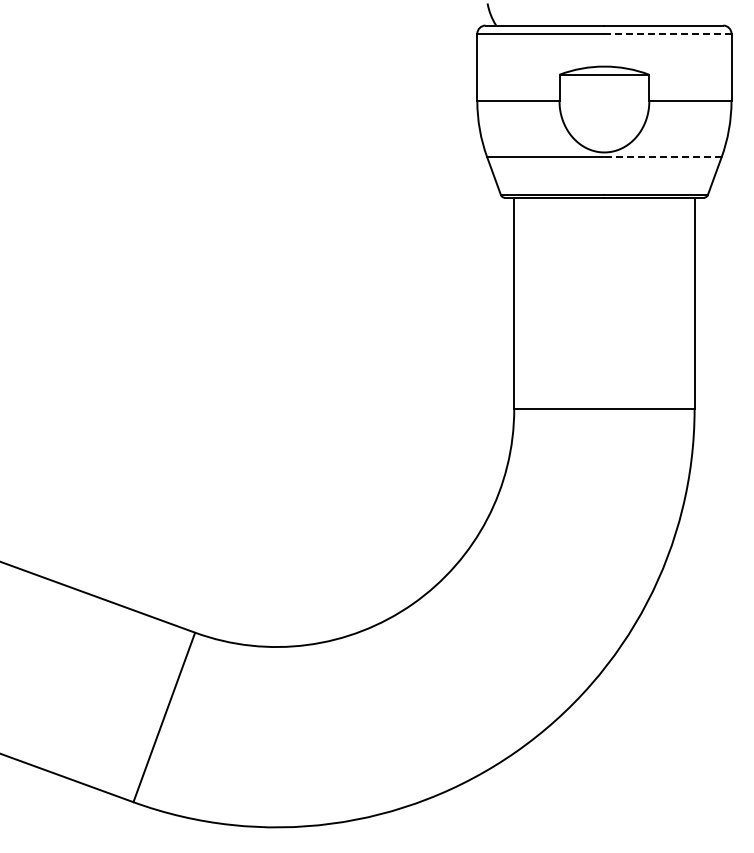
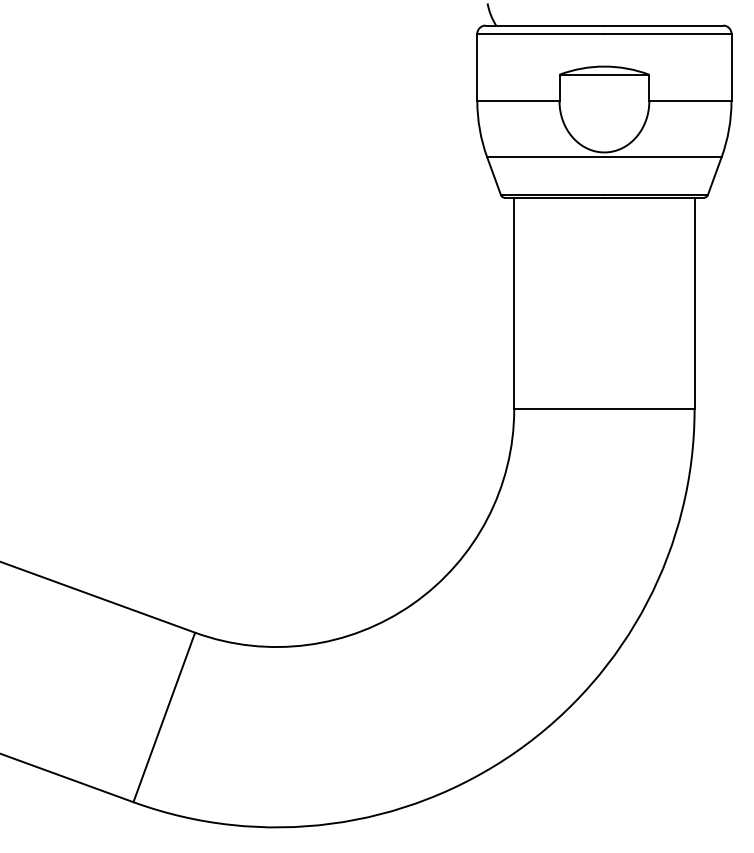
line at (667, 33): dashed -> solid
line at (663, 157): dashed -> solid
